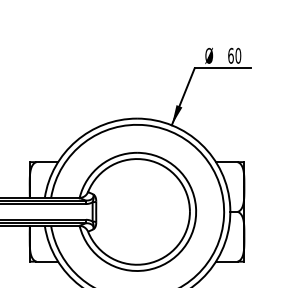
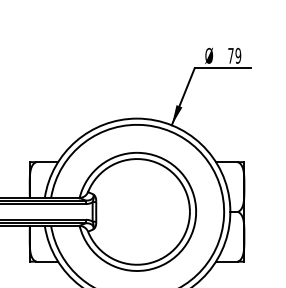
text at (234, 55): 60 -> 79
